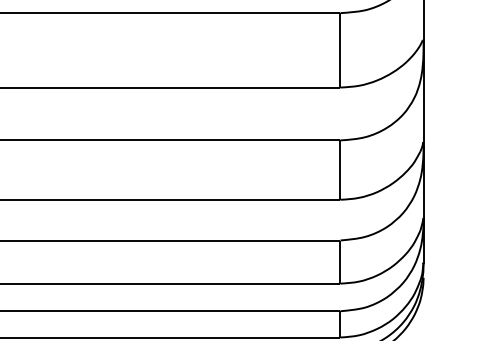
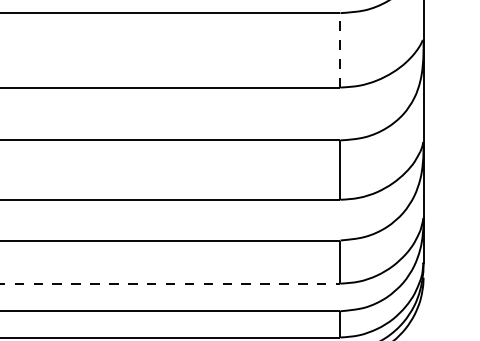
line at (340, 49): solid -> dashed
line at (170, 283): solid -> dashed
